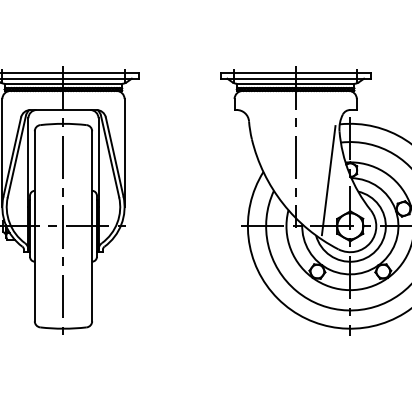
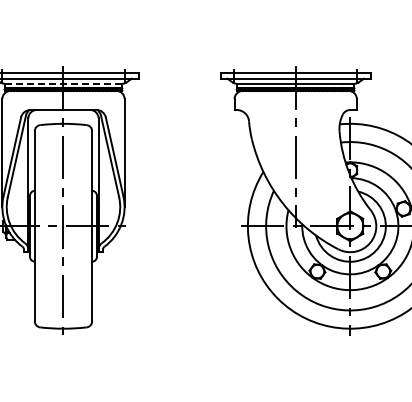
line at (63, 83): solid -> dashed
line at (328, 180): present -> none
